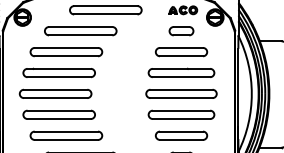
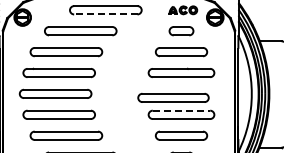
line at (105, 14): solid -> dashed
part at (181, 93) position: (181, 93) -> (173, 97)
line at (181, 110): solid -> dashed
